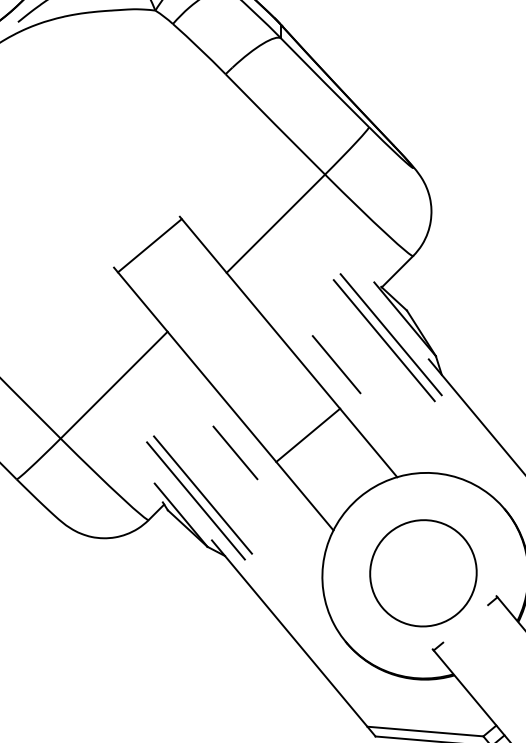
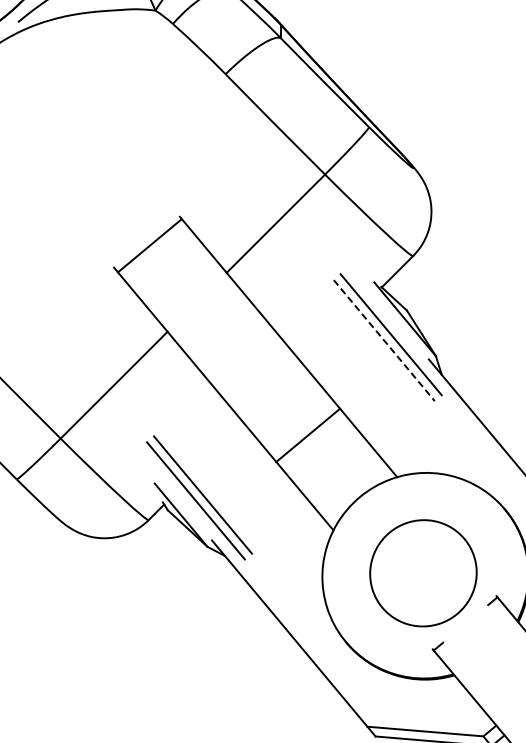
line at (384, 340): solid -> dashed
line at (336, 364): present -> none
line at (235, 452): present -> none
